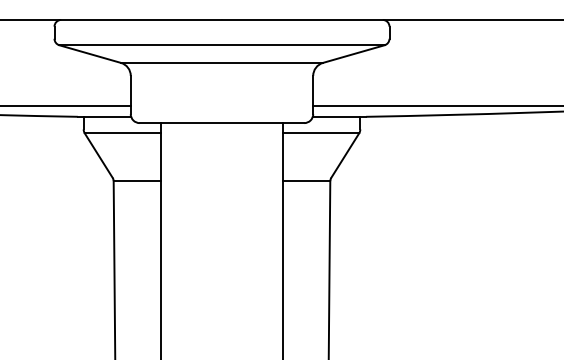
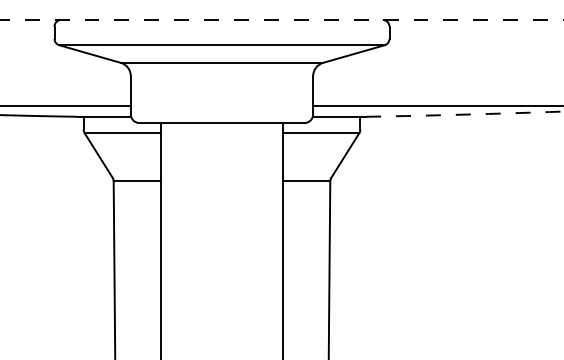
line at (281, 19): solid -> dashed
arc at (465, 114): solid -> dashed
